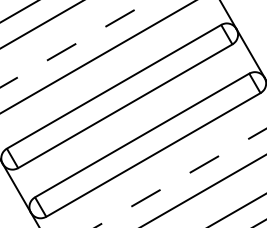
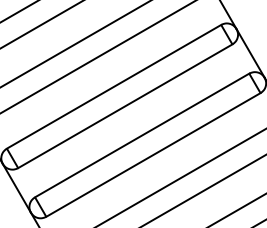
line at (75, 44): dashed -> solid
line at (180, 178): dashed -> solid
